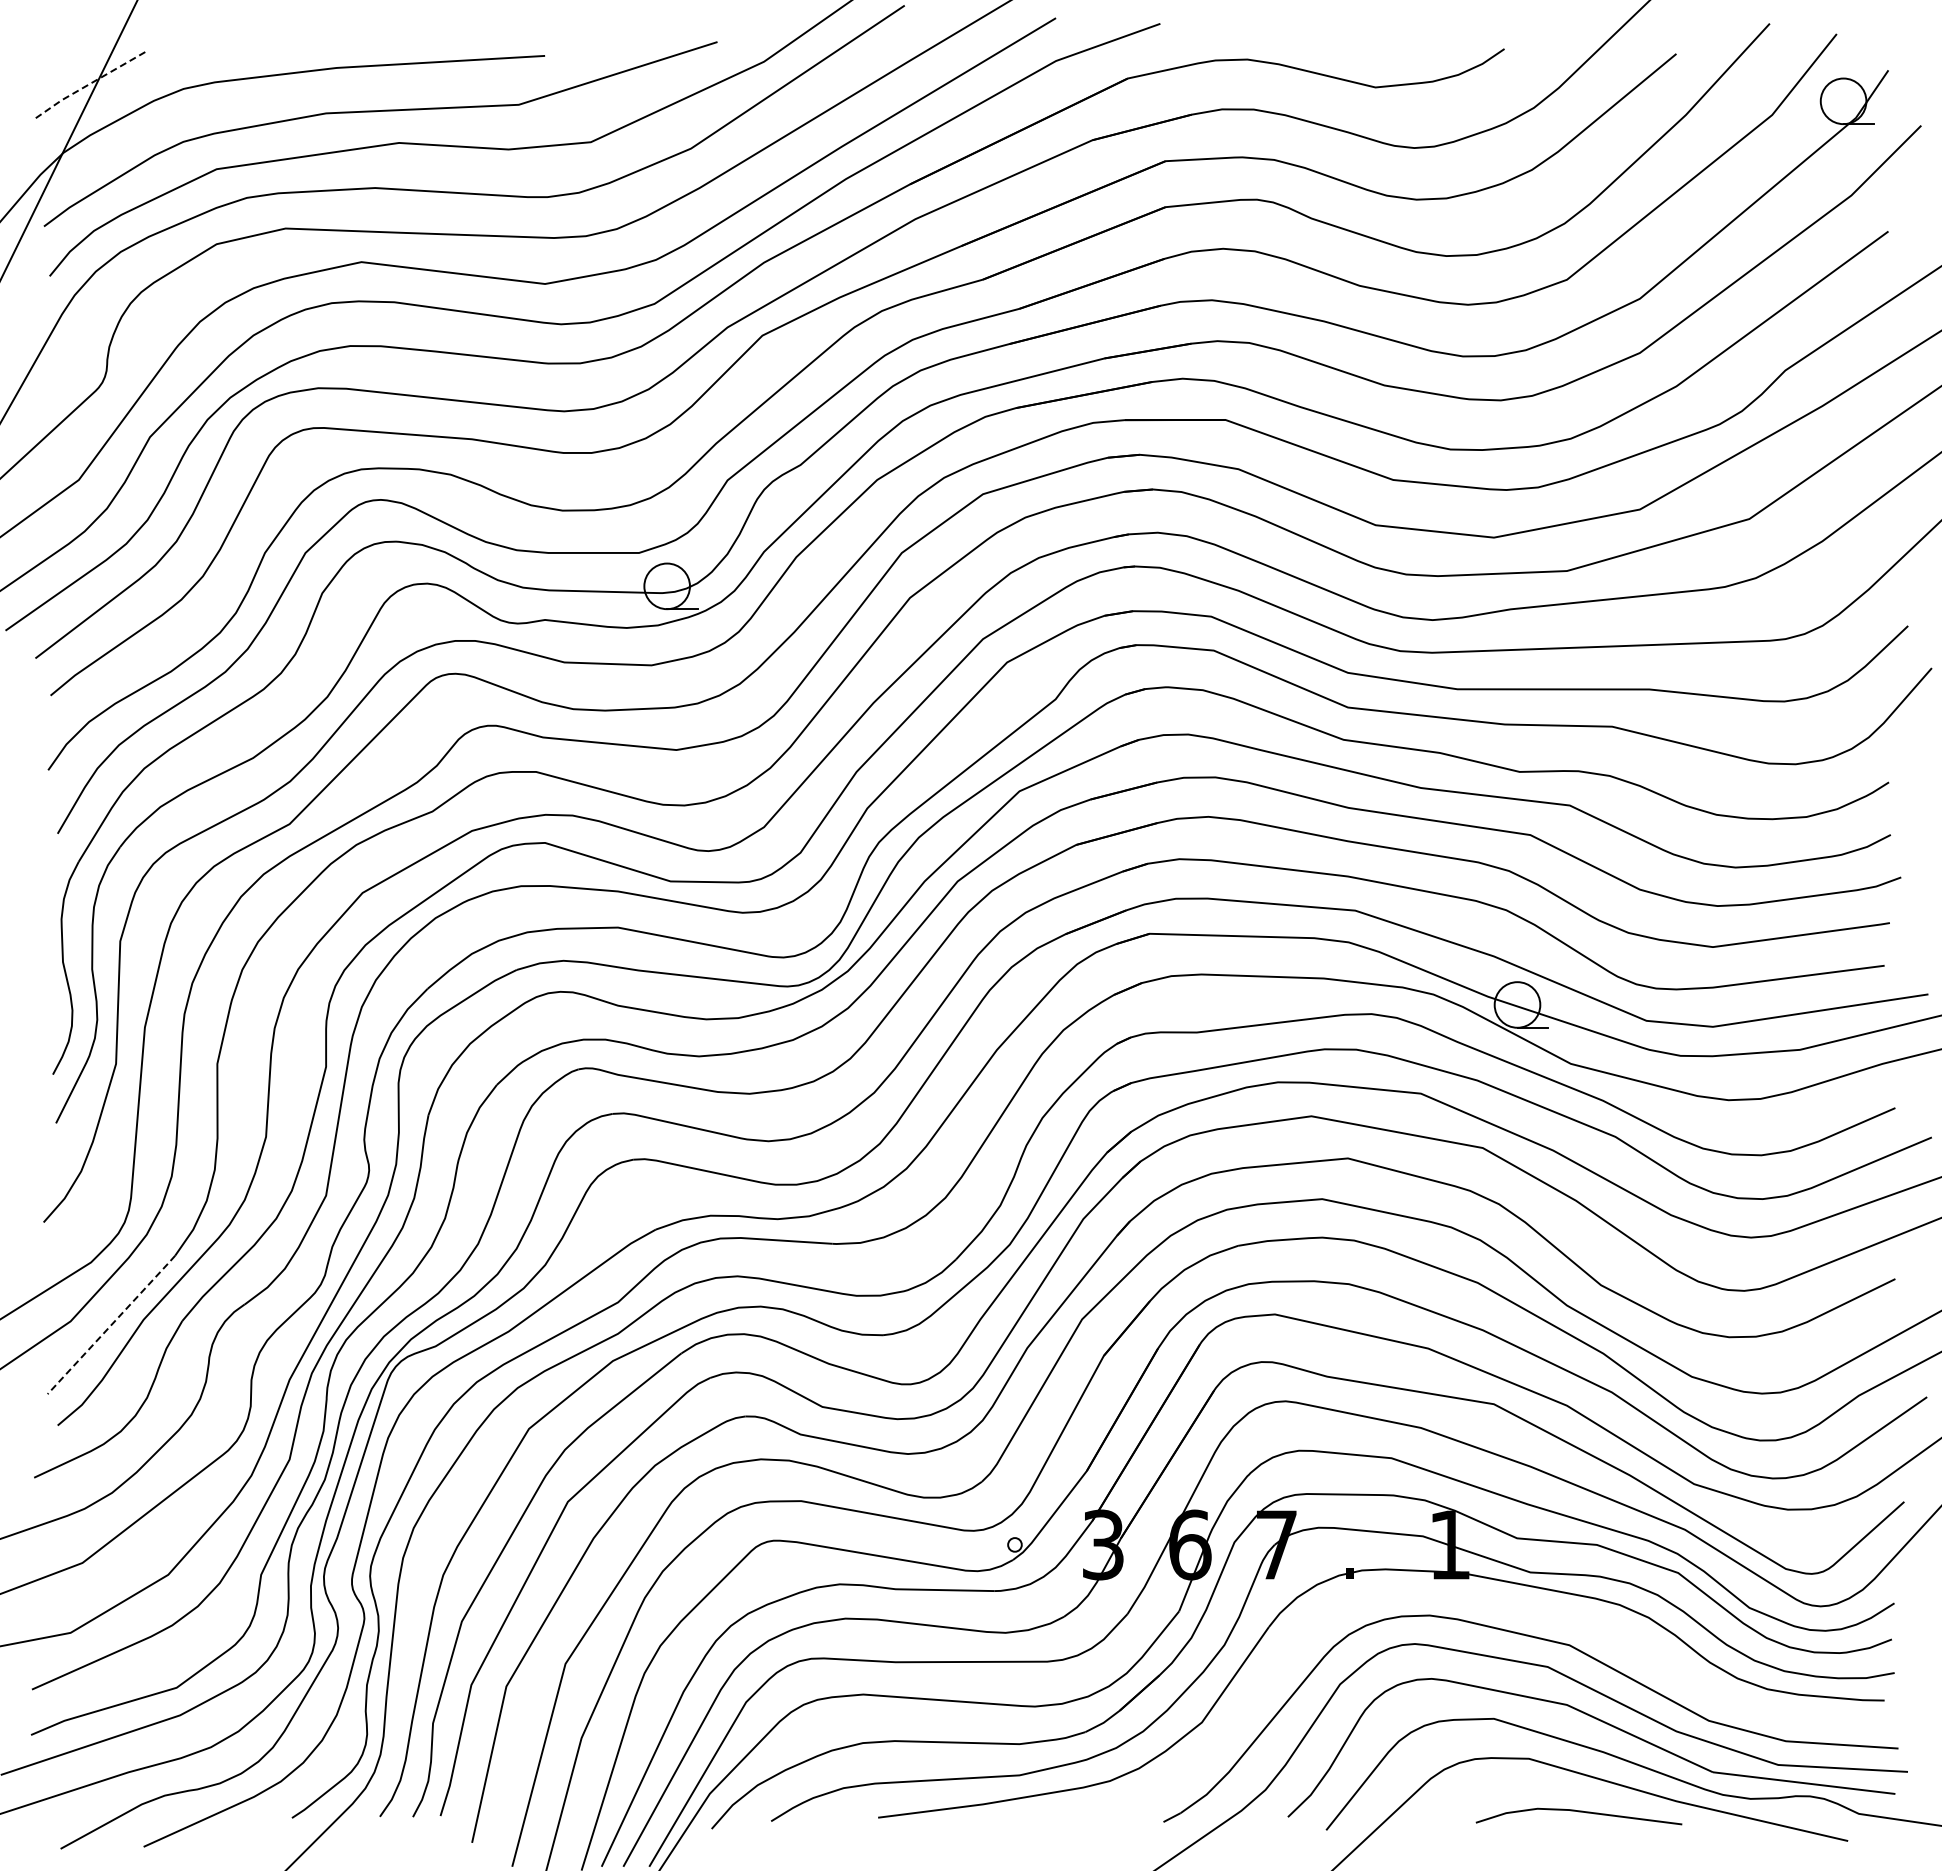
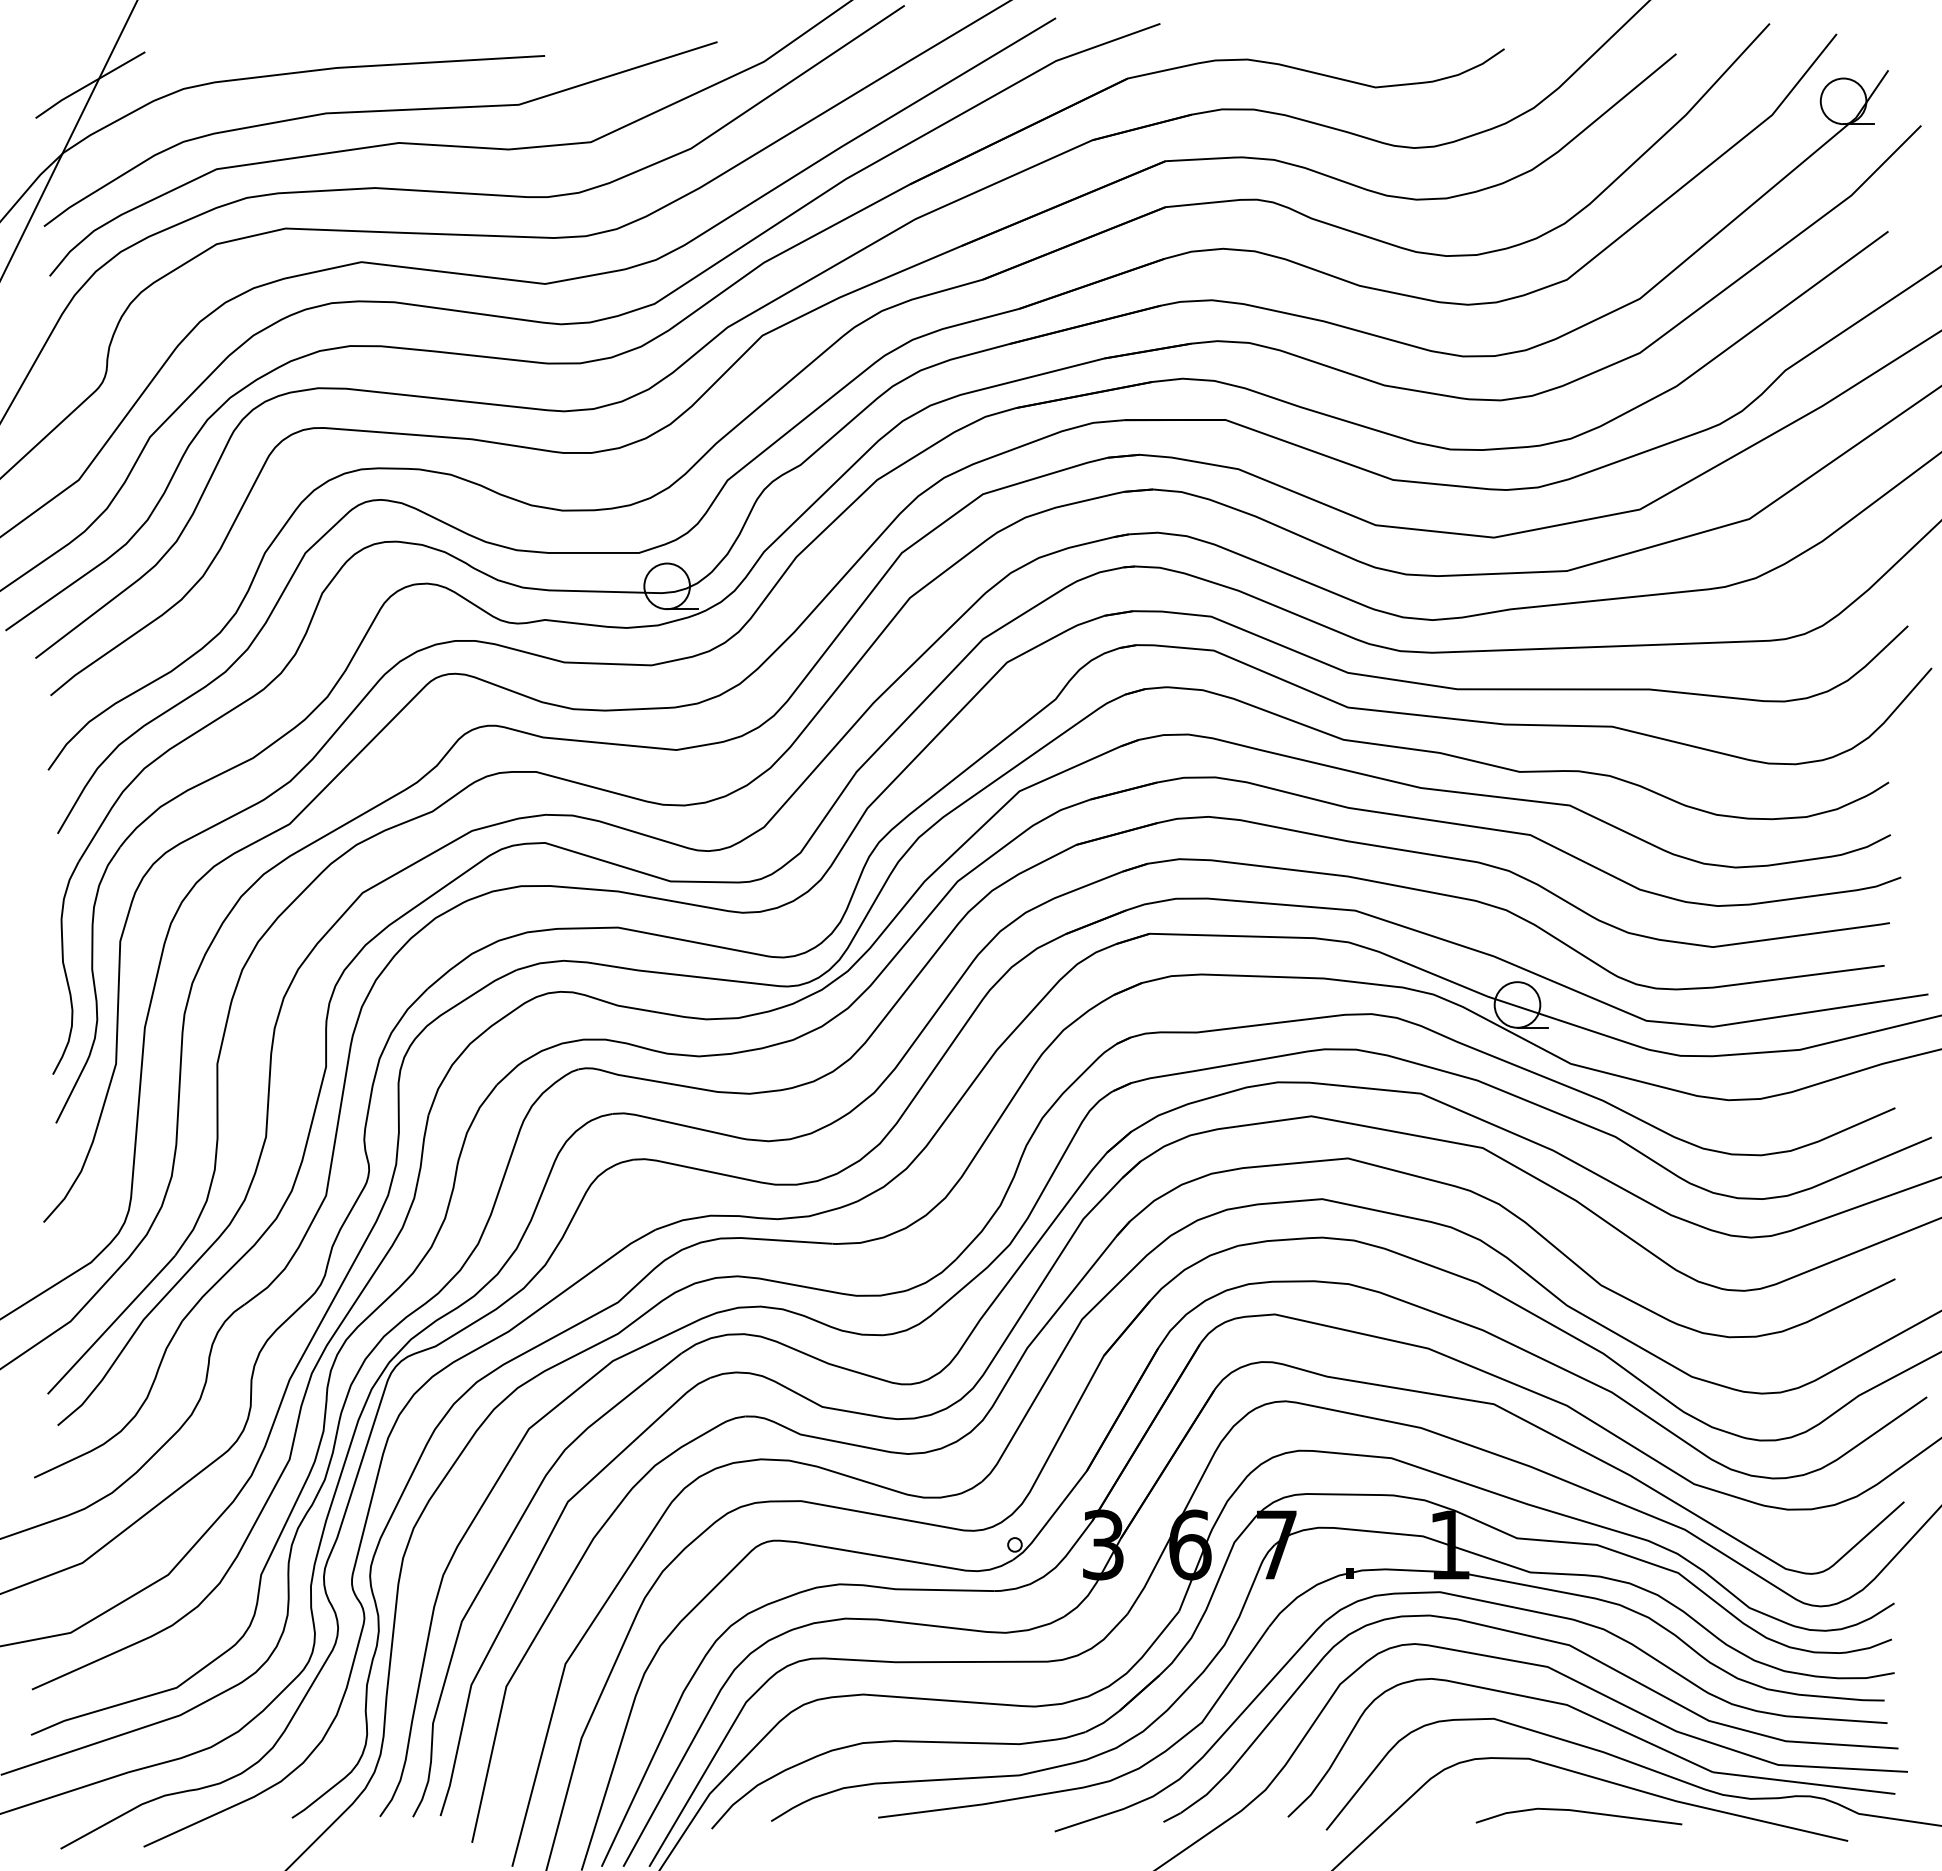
line at (89, 84): dashed -> solid
line at (111, 1324): dashed -> solid
part at (1493, 1604): none -> present
